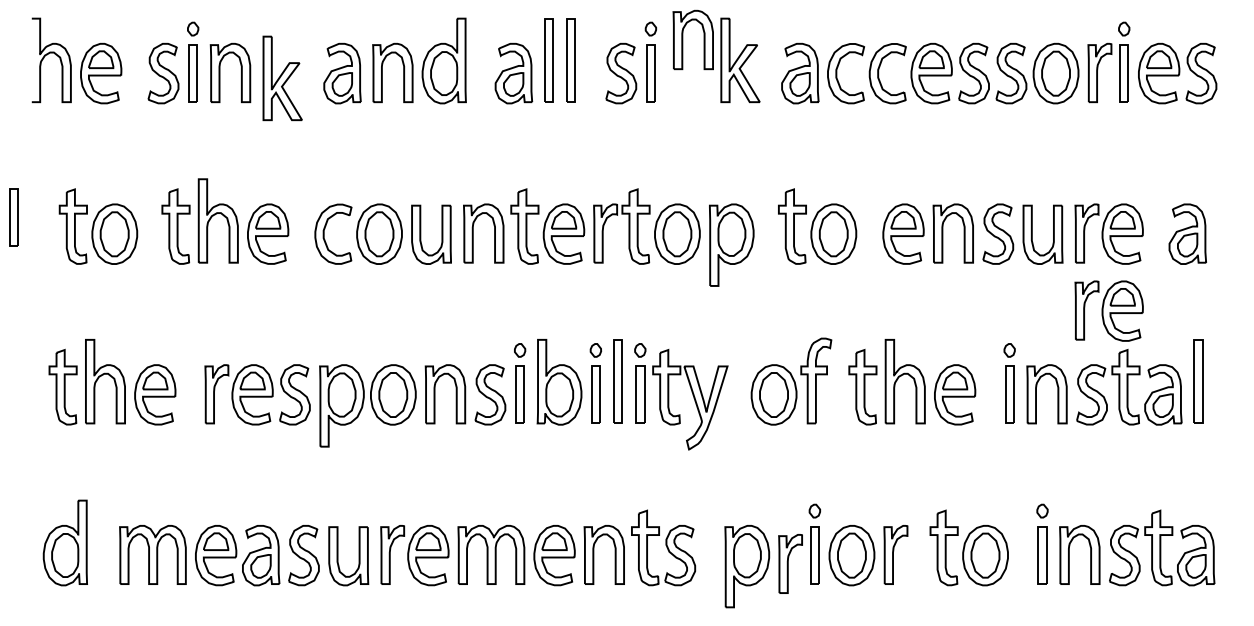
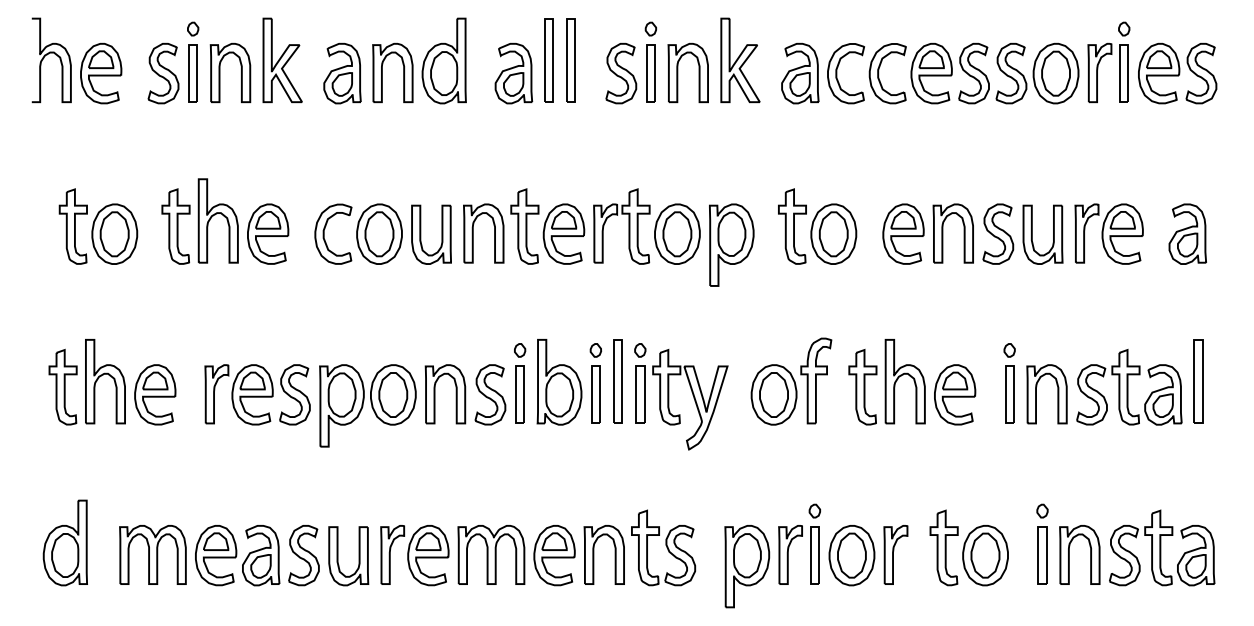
part at (683, 39) position: (683, 39) -> (678, 72)
part at (282, 78) position: (282, 78) -> (282, 60)
part at (13, 217): present -> none
part at (1108, 310): present -> none
part at (790, 563) position: (790, 563) -> (790, 554)
